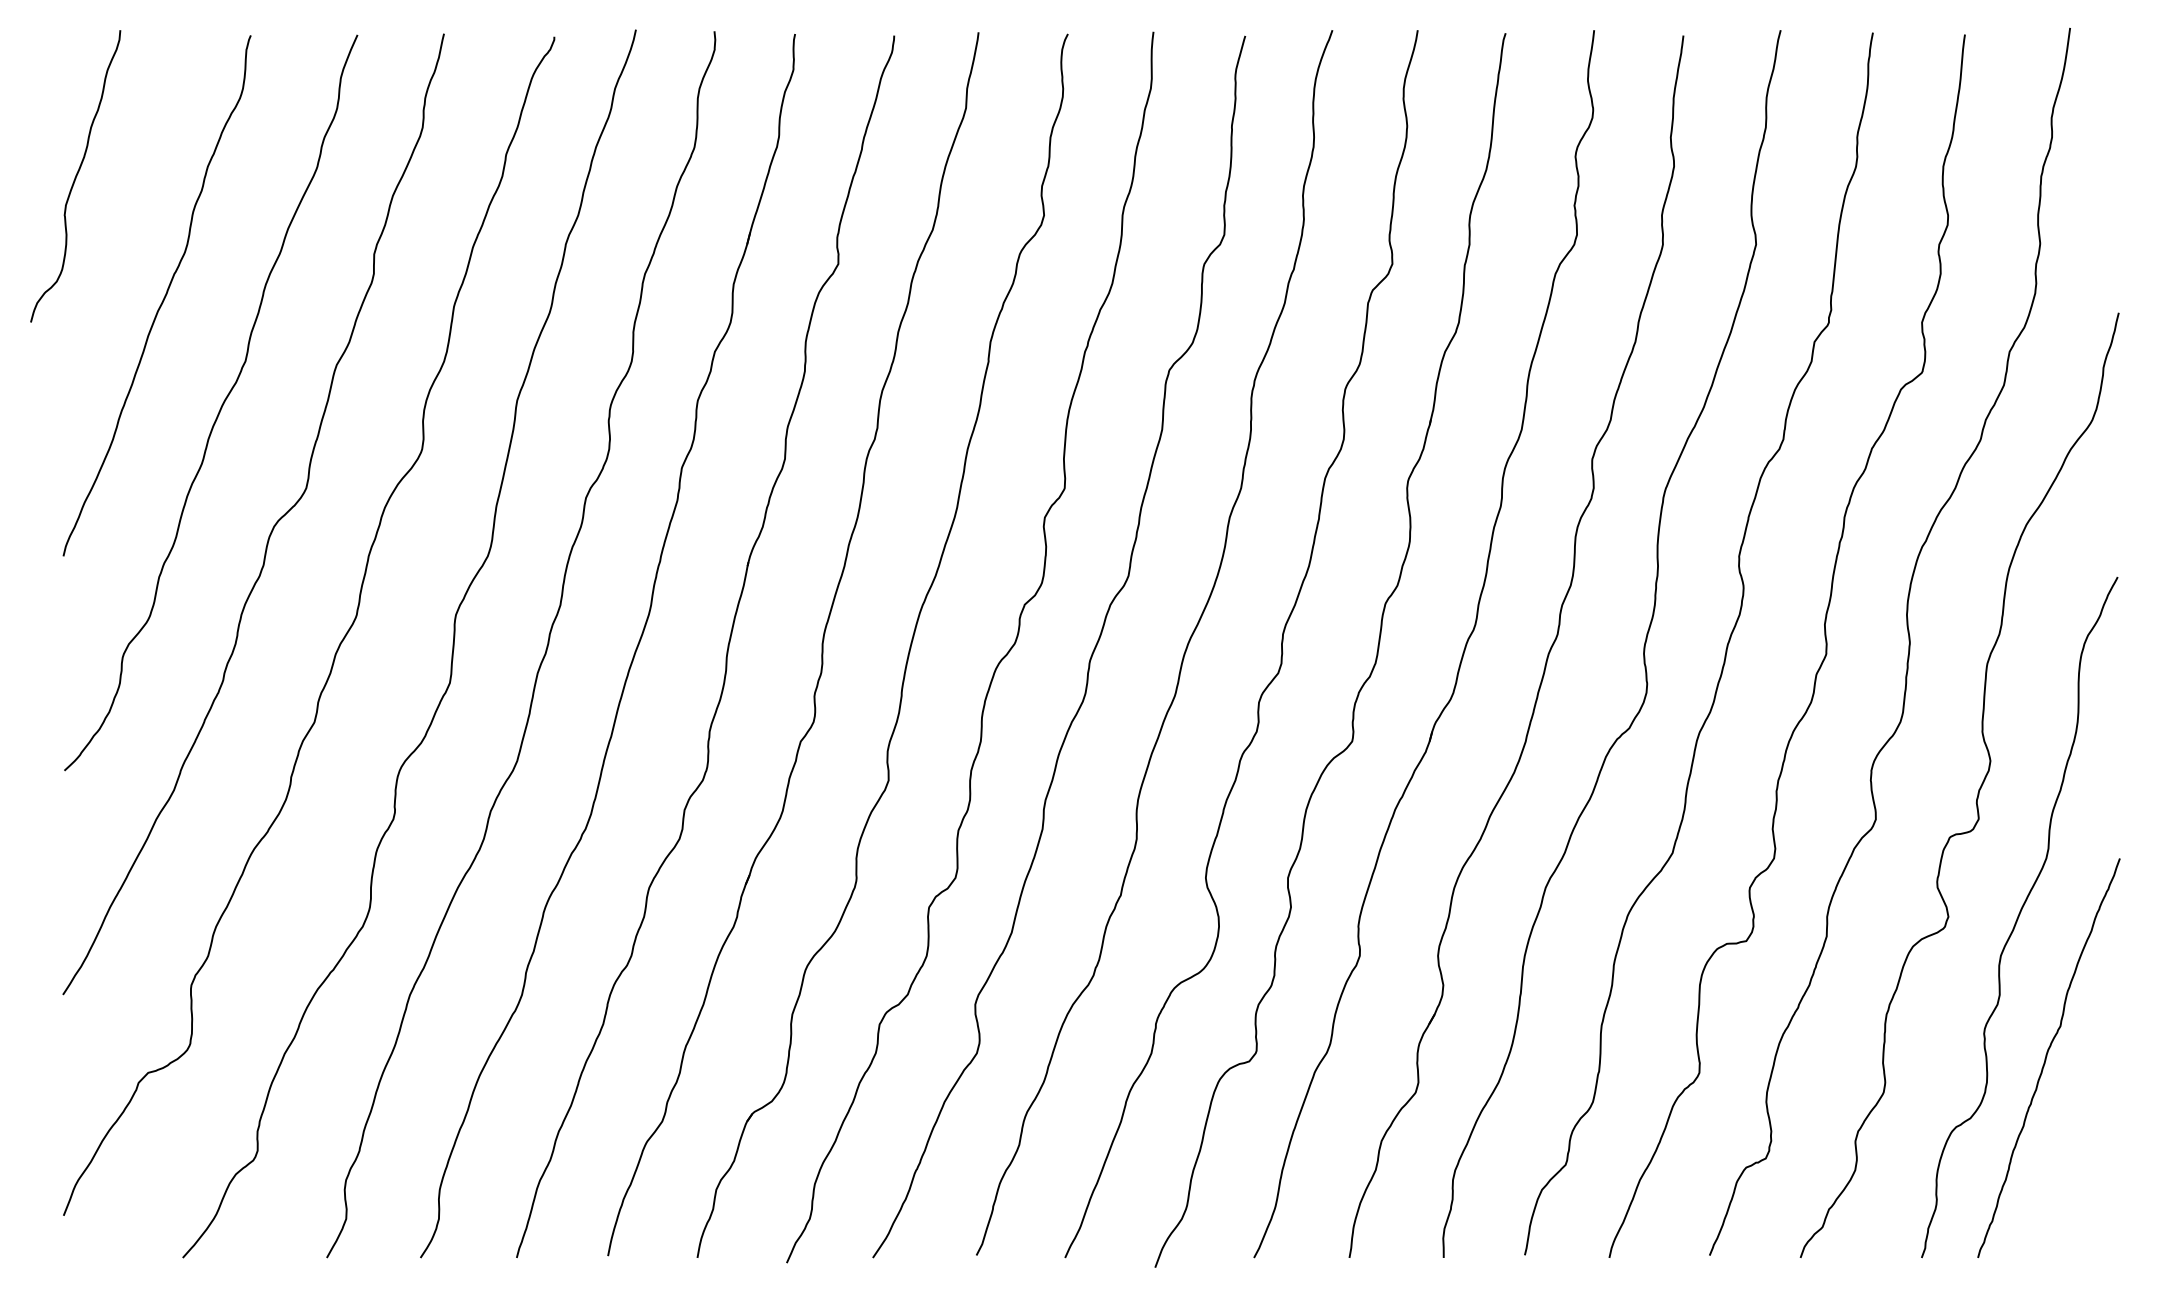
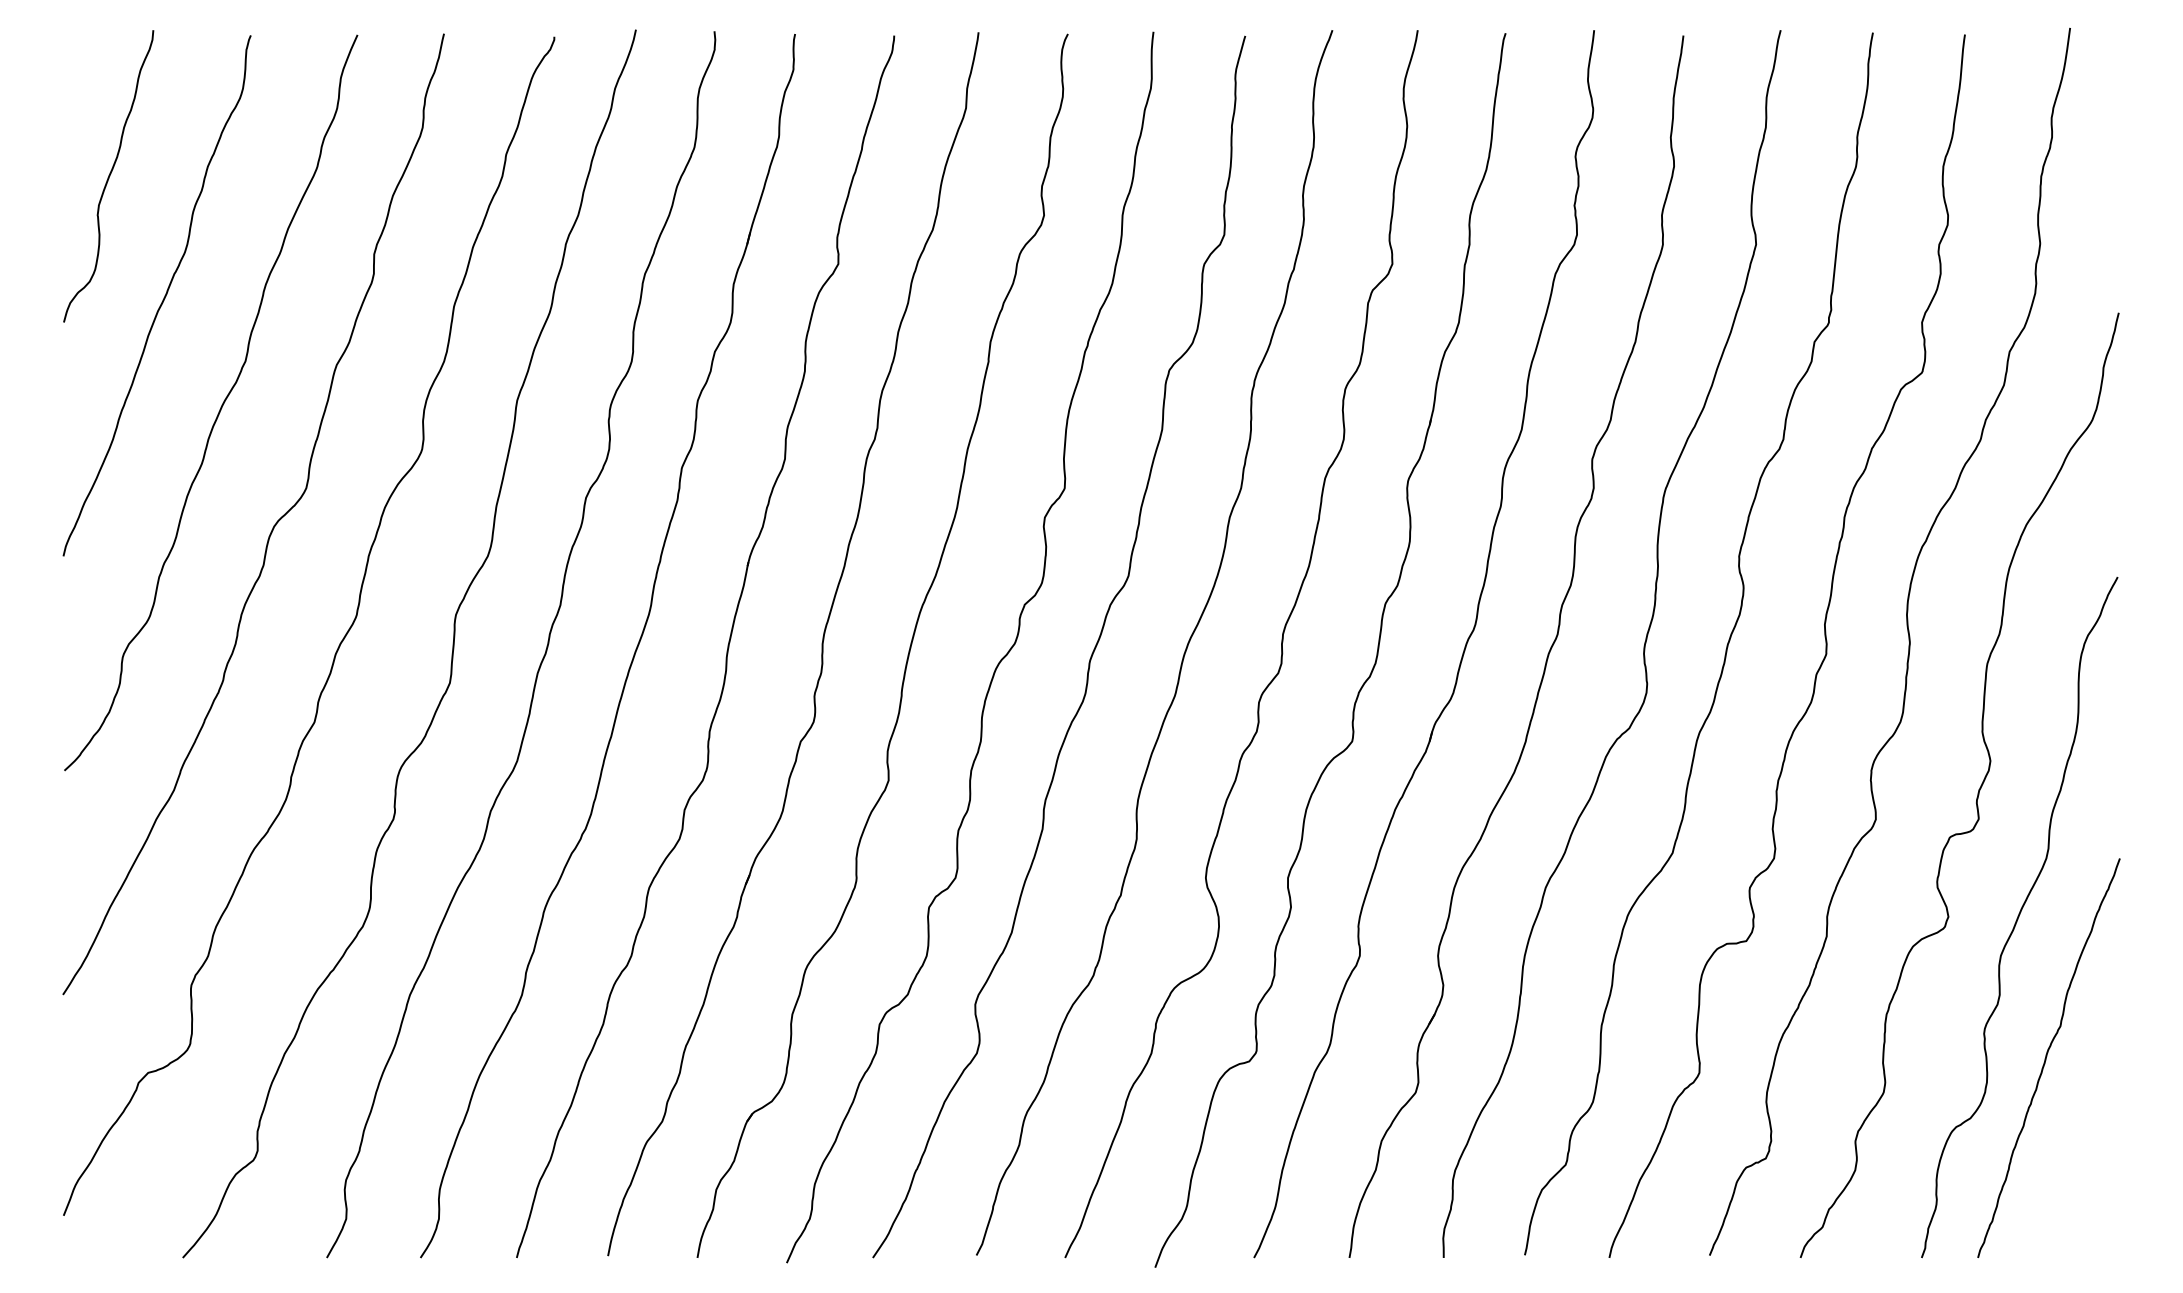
curve at (75, 176) position: (75, 176) -> (108, 176)
